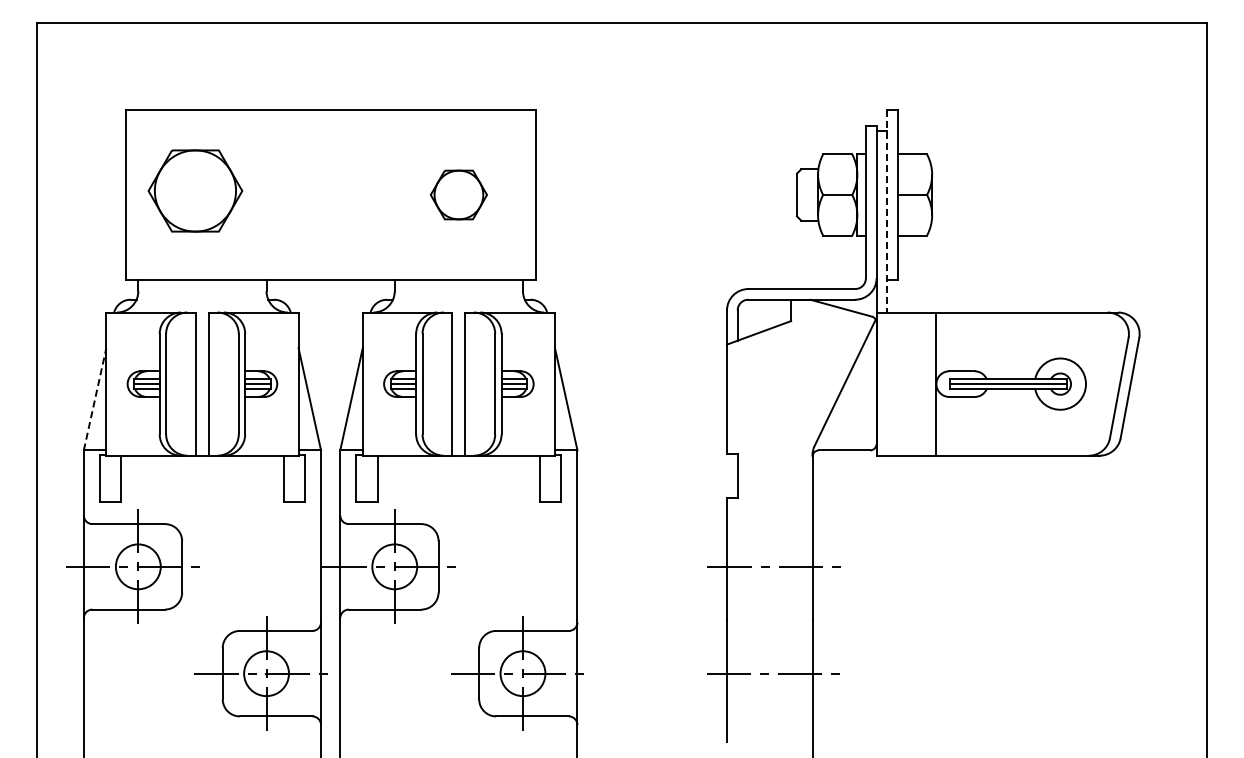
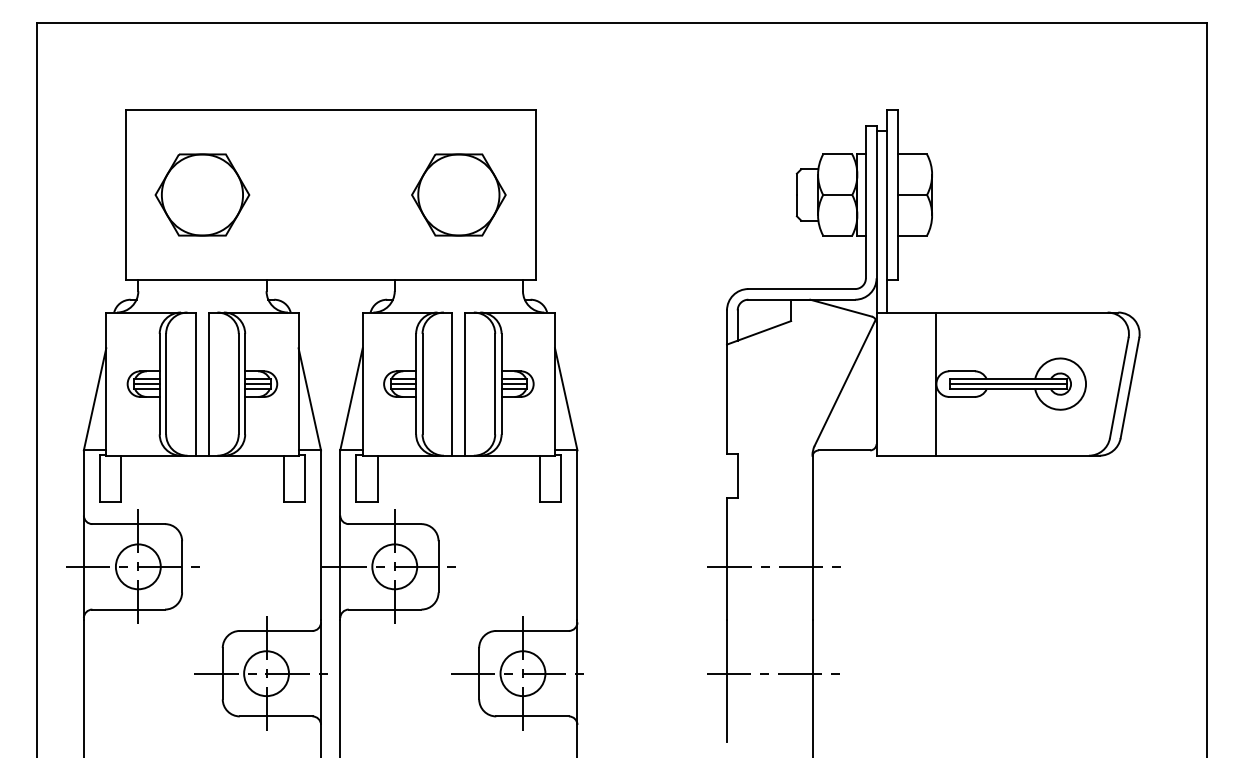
part at (195, 190) position: (195, 190) -> (202, 194)
part at (458, 194) size: 58x52 px -> 96x84 px
line at (887, 211): dashed -> solid
line at (95, 398): dashed -> solid
